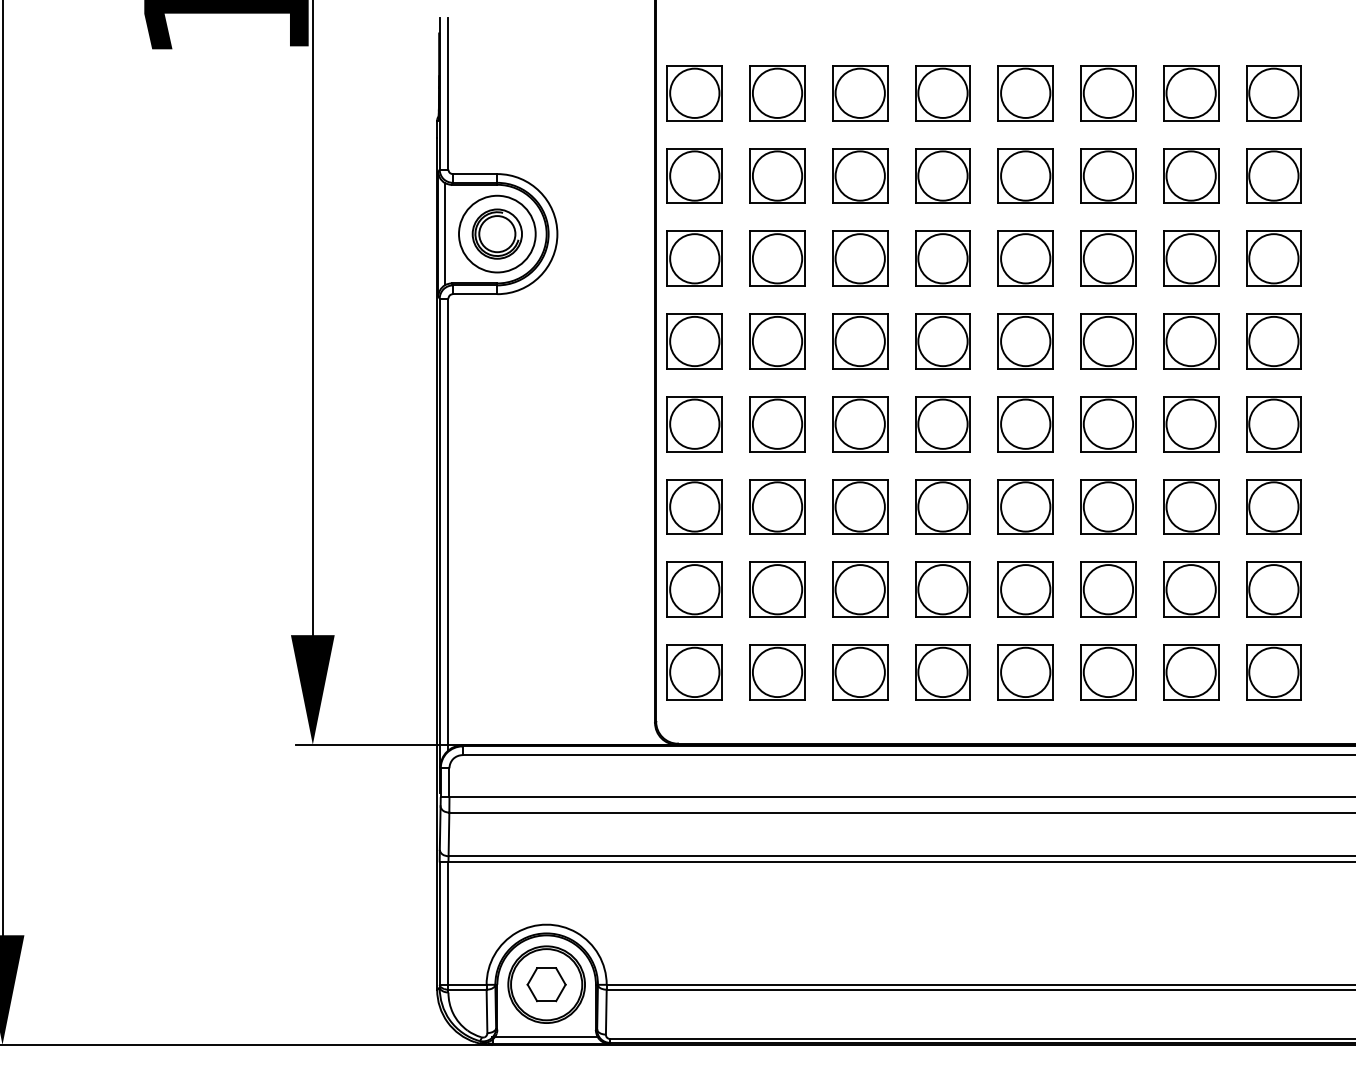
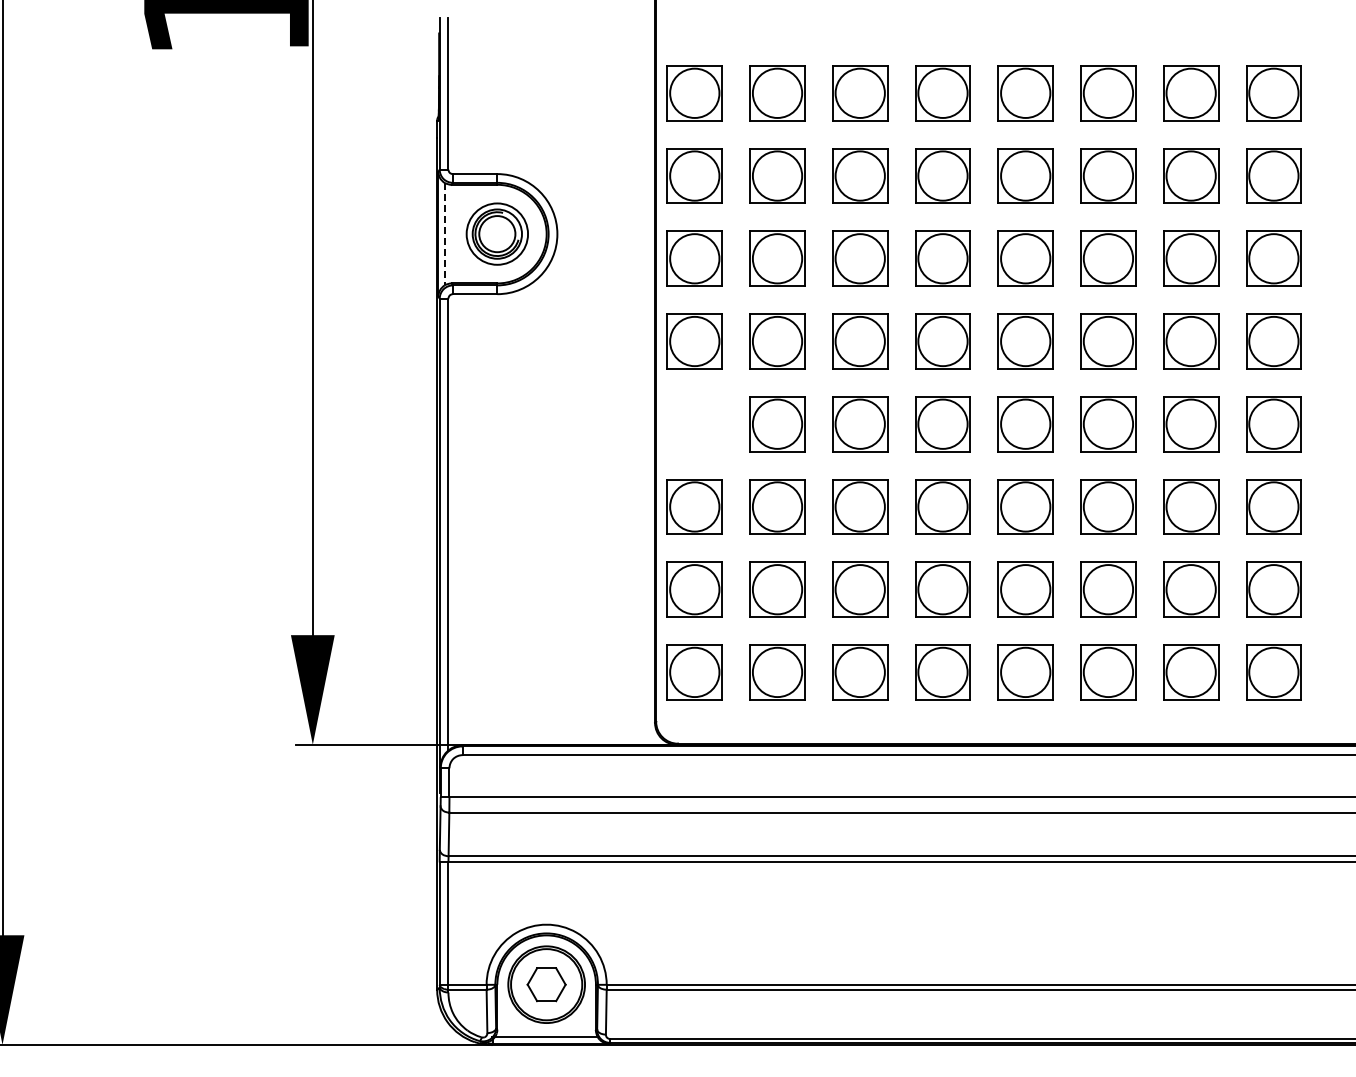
circle at (497, 233) diameter: 77 px -> 61 px
line at (444, 234): solid -> dashed
part at (694, 424): present -> none
